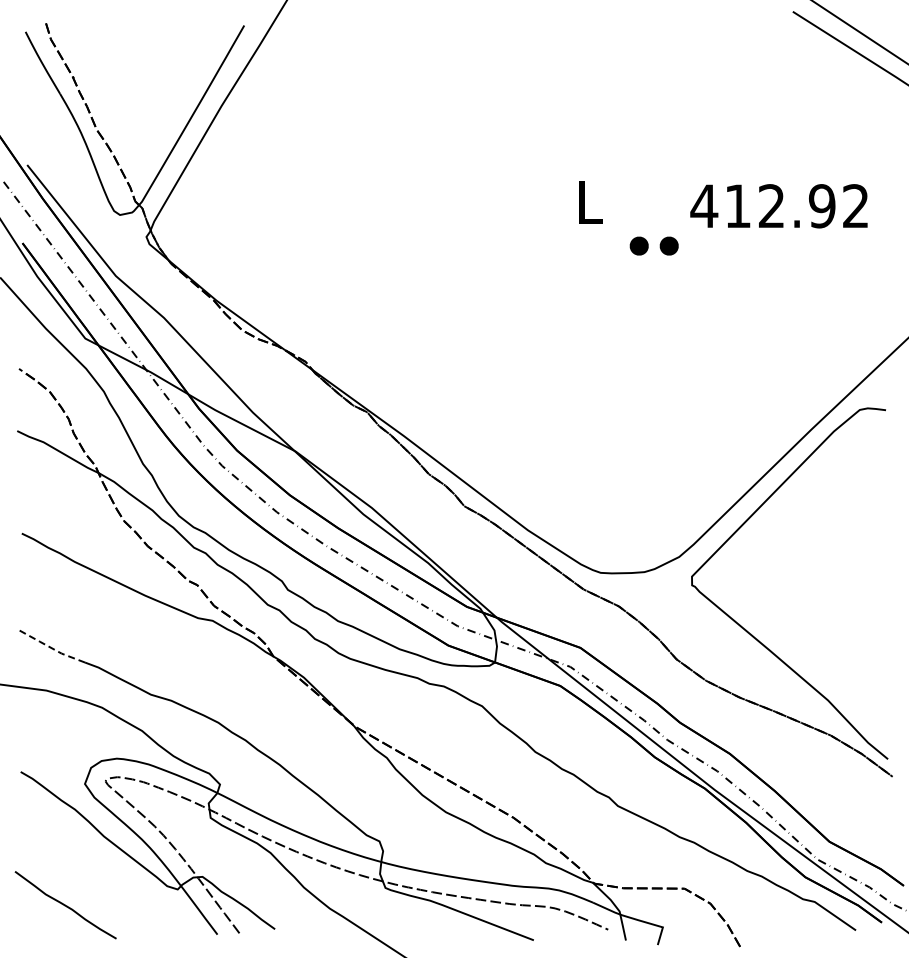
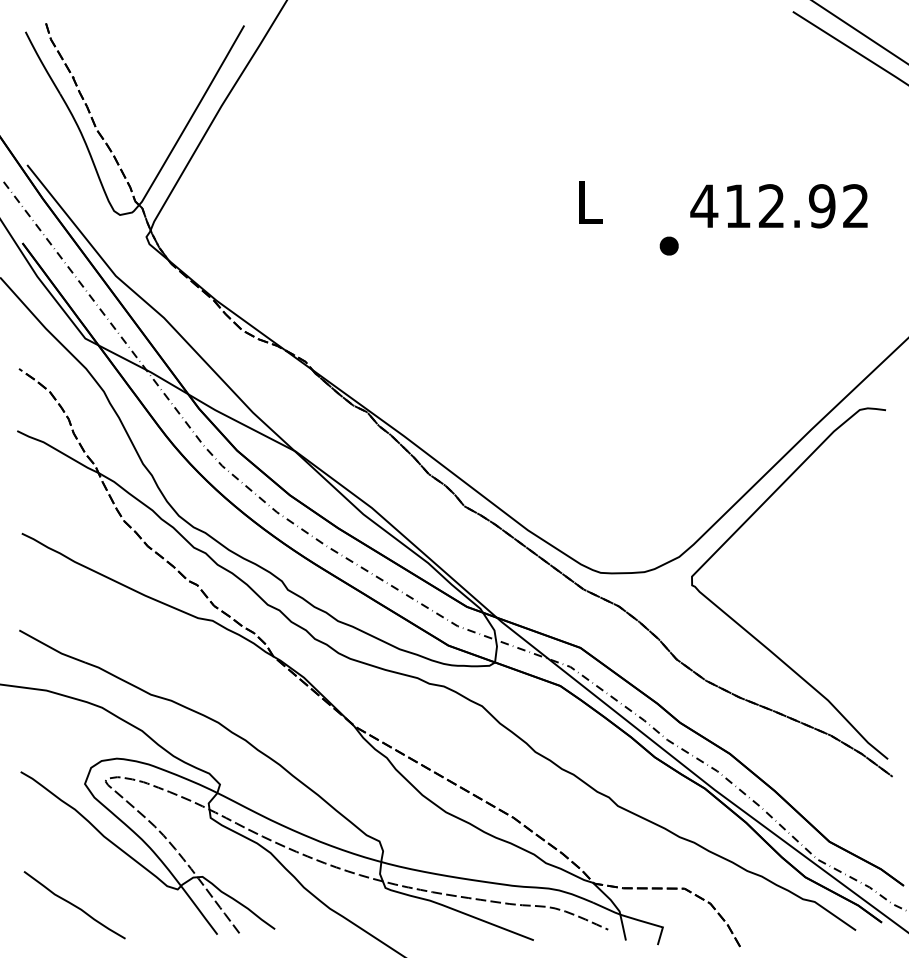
part at (638, 245): present -> none
line at (51, 647): dashed -> solid
curve at (65, 905) position: (65, 905) -> (74, 905)
